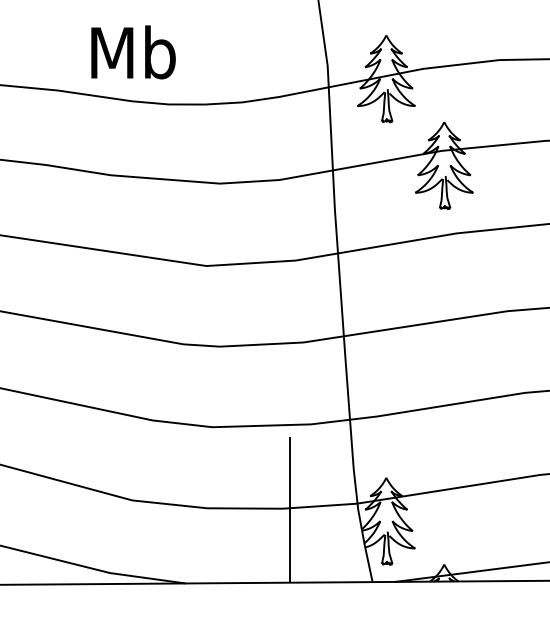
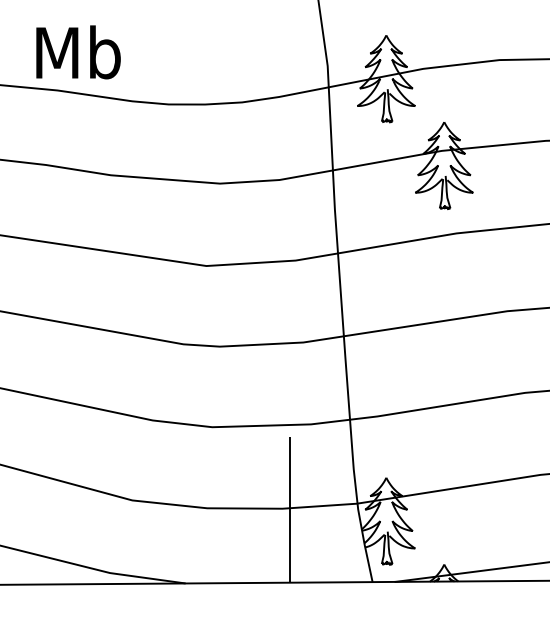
text at (133, 52) position: (133, 52) -> (78, 52)
